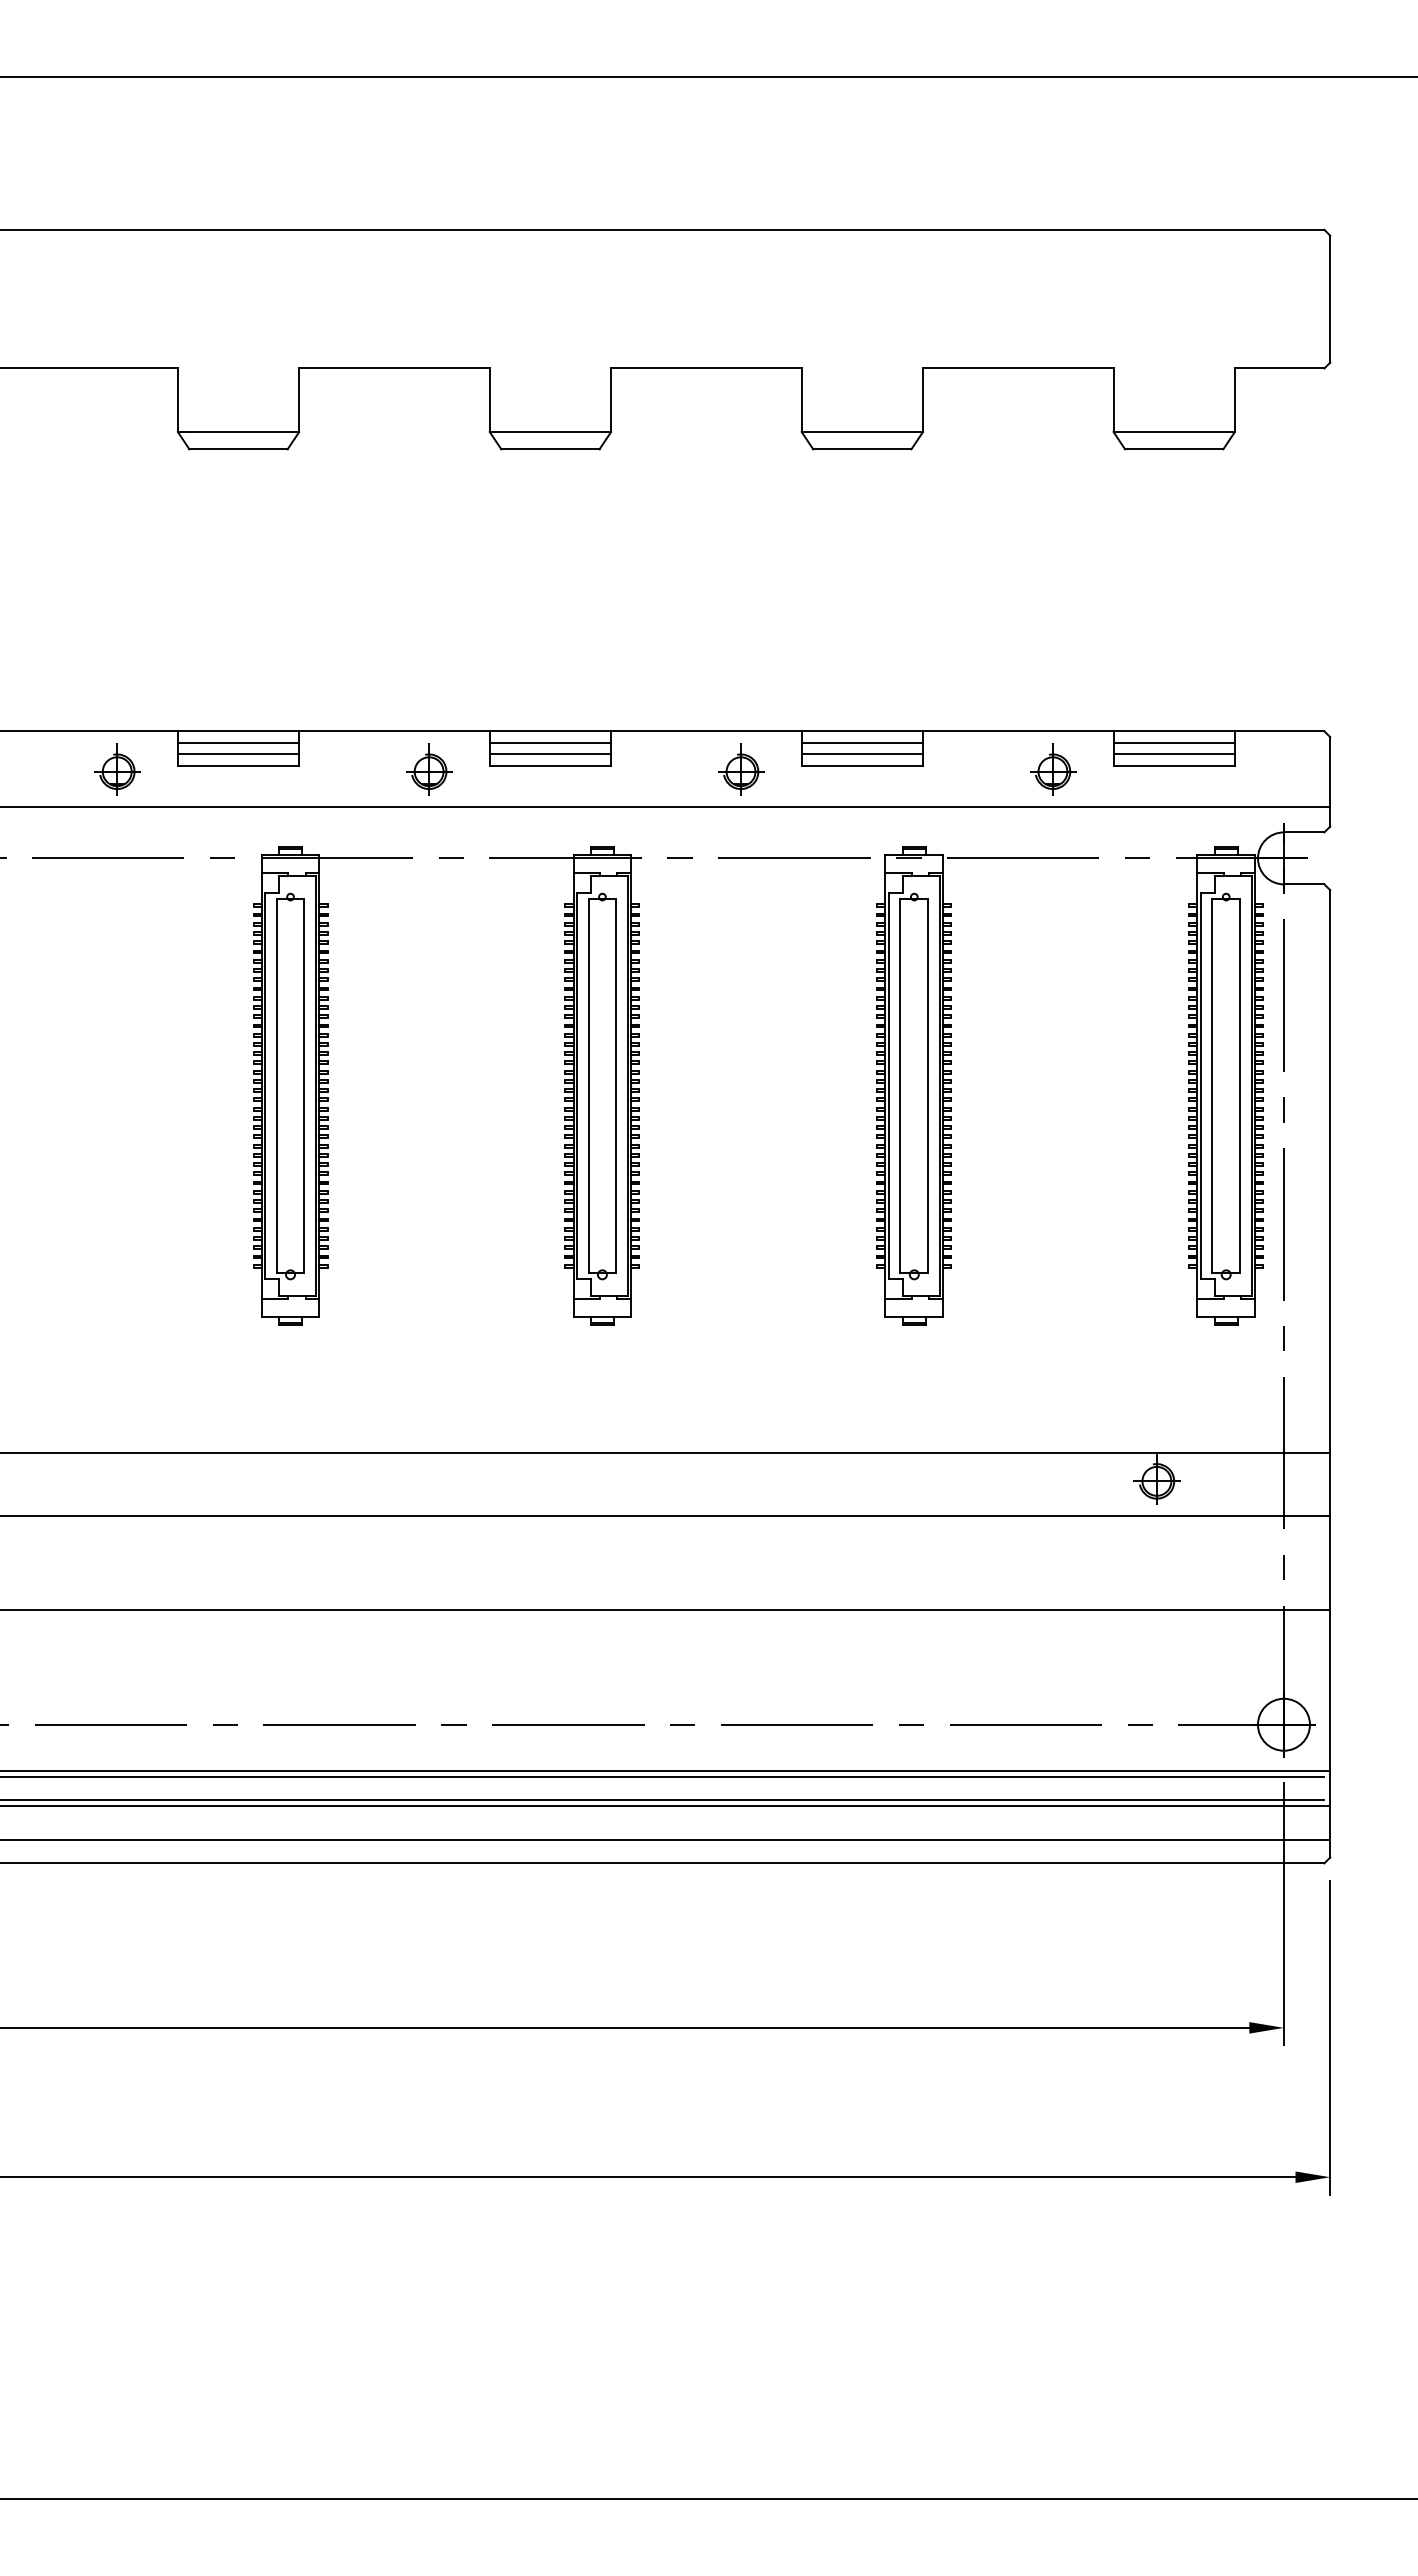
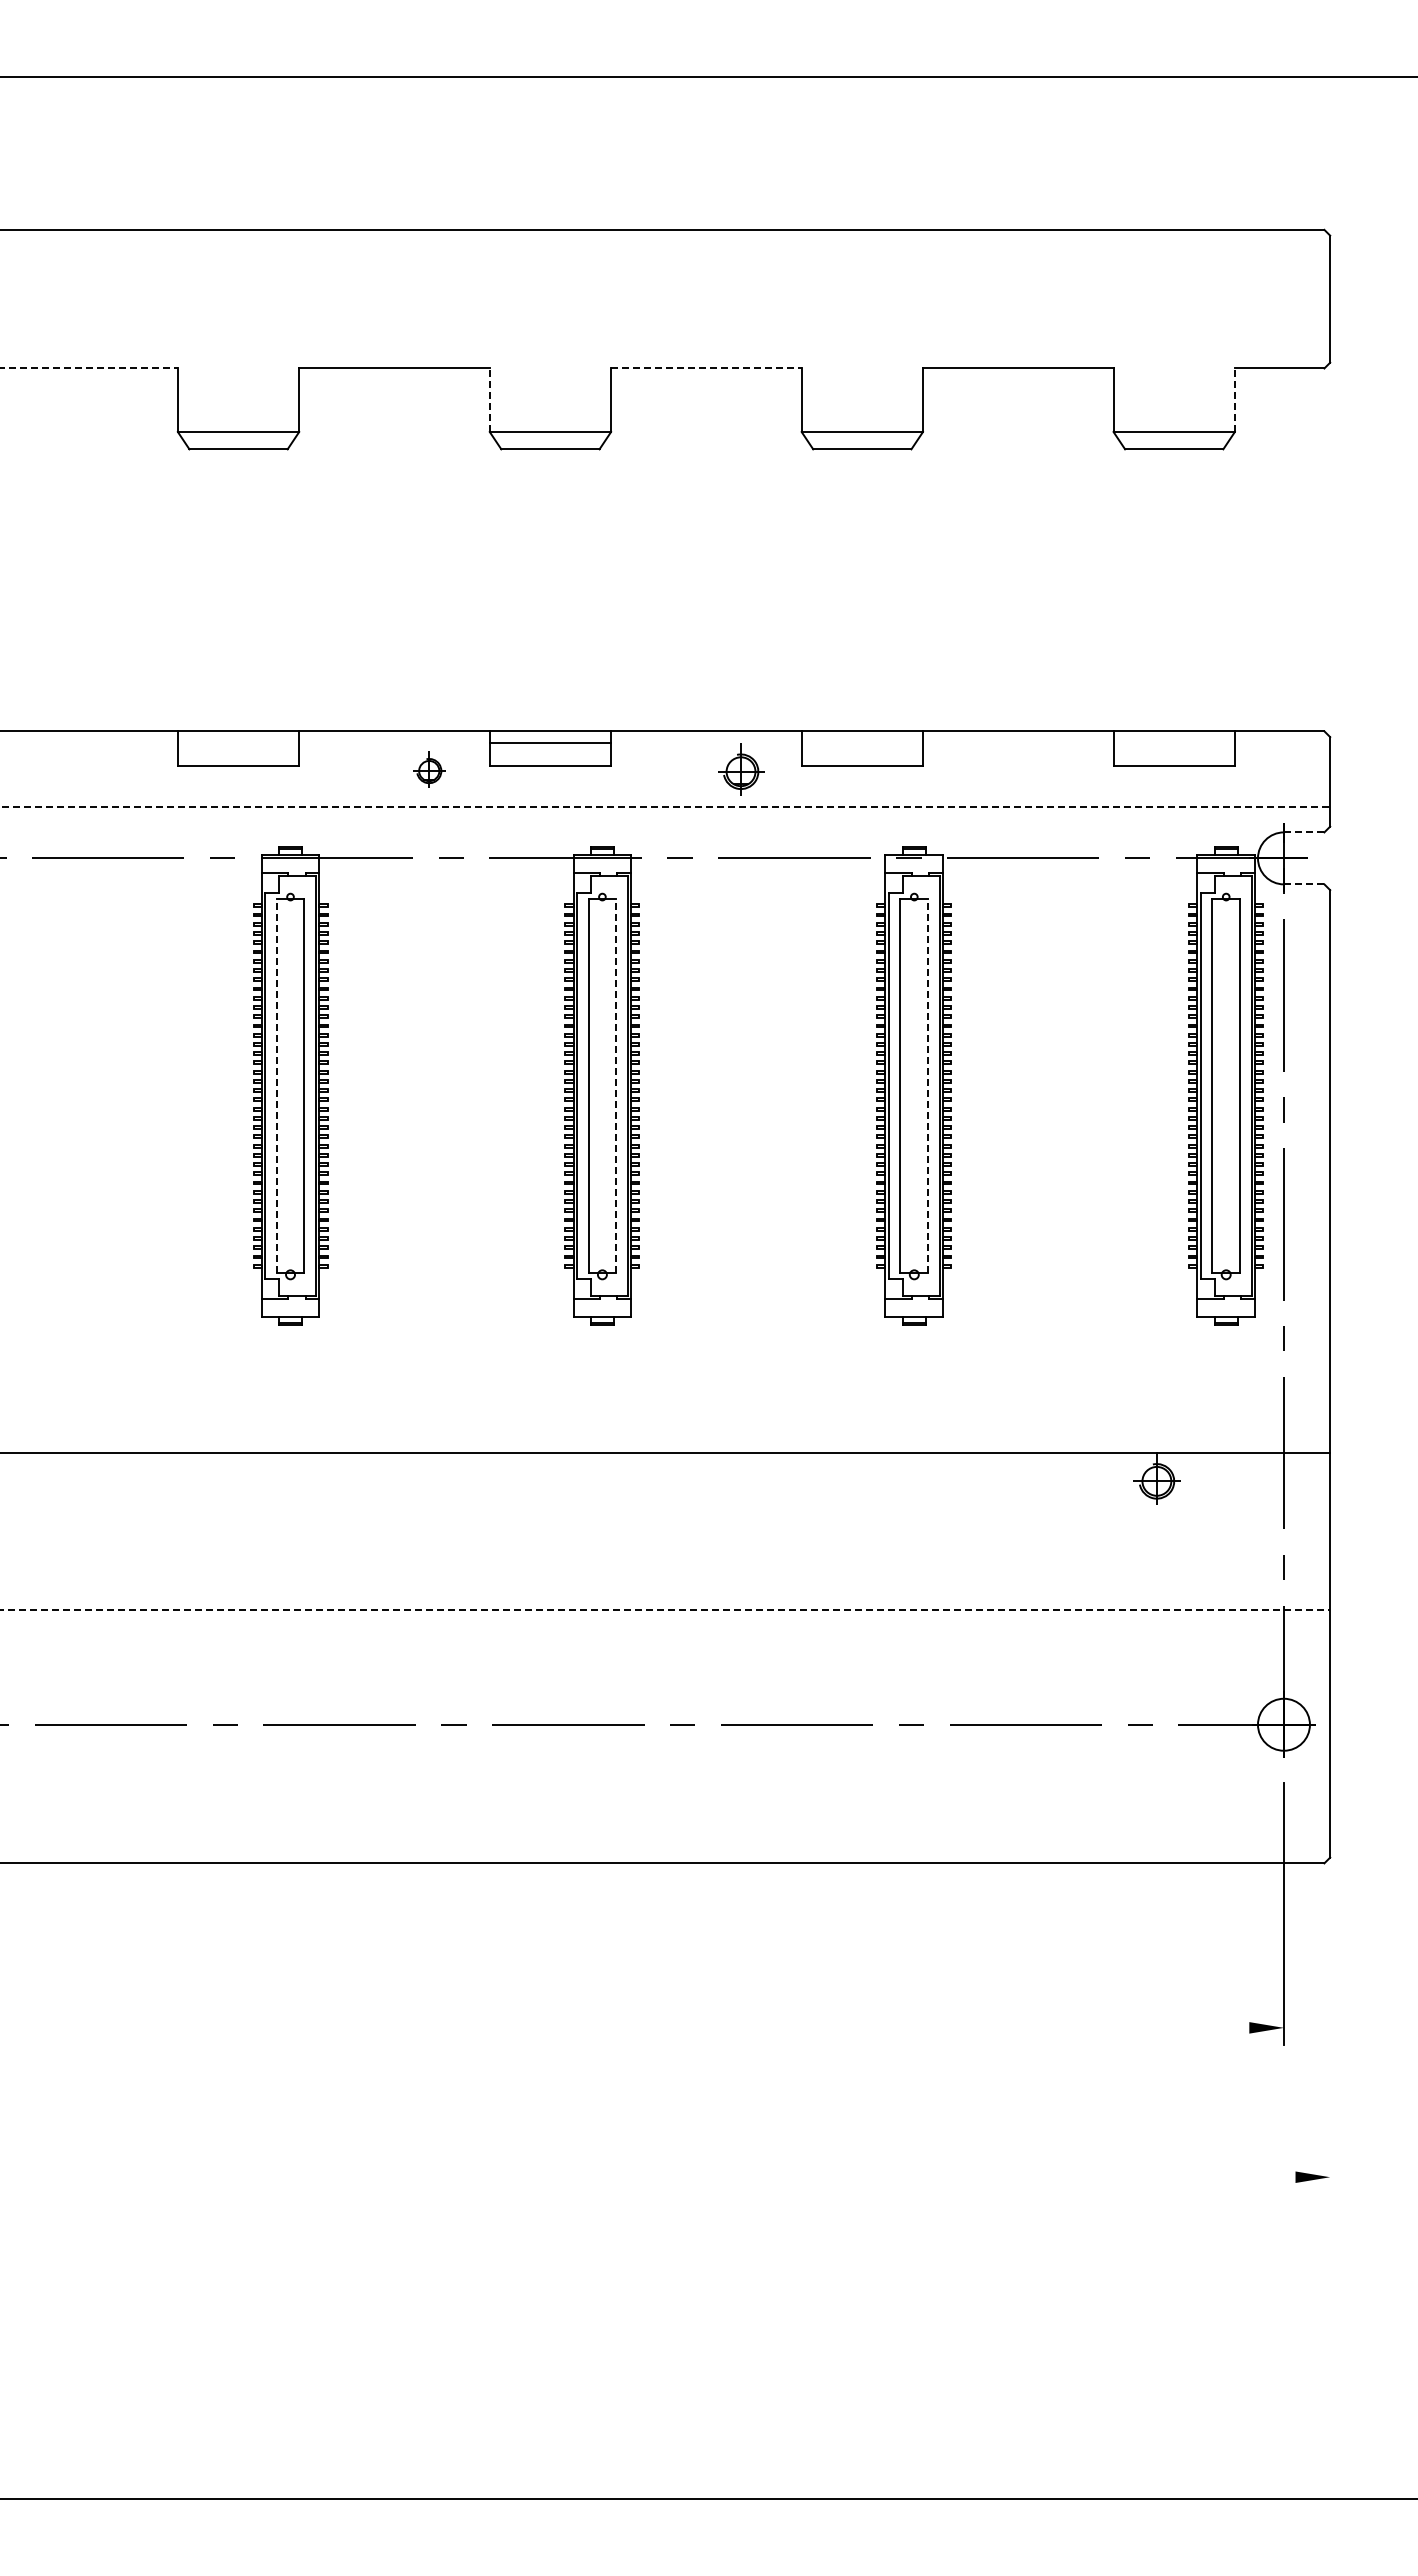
line at (89, 368): solid -> dashed
line at (706, 368): solid -> dashed
line at (489, 400): solid -> dashed
line at (1234, 400): solid -> dashed
line at (238, 742): present -> none
line at (861, 742): present -> none
line at (1173, 742): present -> none
line at (238, 754): present -> none
line at (550, 754): present -> none
line at (861, 754): present -> none
line at (1173, 754): present -> none
part at (117, 769): present -> none
part at (429, 769) size: 47x53 px -> 33x37 px
part at (1053, 769): present -> none
line at (665, 806): solid -> dashed
line at (1303, 832): solid -> dashed
line at (1303, 884): solid -> dashed
line at (276, 1085): solid -> dashed
line at (616, 1085): solid -> dashed
line at (928, 1085): solid -> dashed
line at (666, 1516): present -> none
line at (665, 1609): solid -> dashed
line at (666, 1770): present -> none
line at (663, 1776): present -> none
line at (663, 1799): present -> none
line at (666, 1805): present -> none
line at (666, 1840): present -> none
line at (625, 2027): present -> none
line at (1330, 2037): present -> none
line at (654, 2177): present -> none
